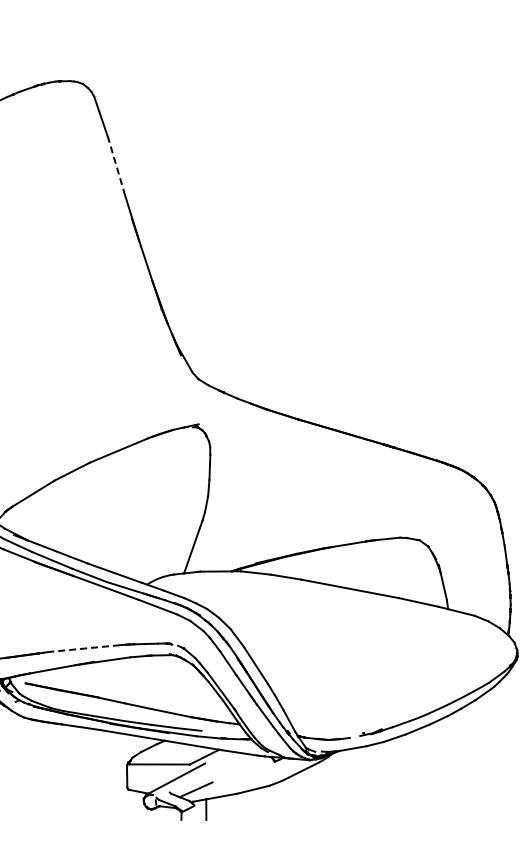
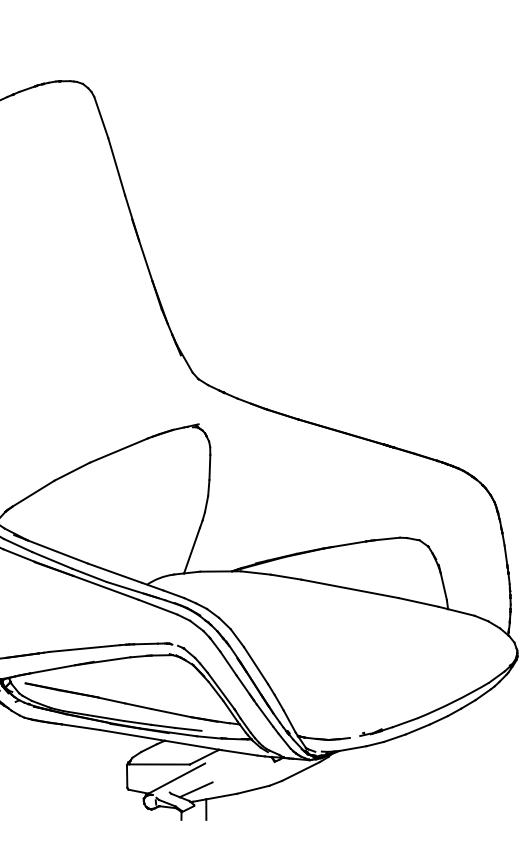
line at (116, 166): dashed -> solid
line at (84, 648): dashed -> solid
